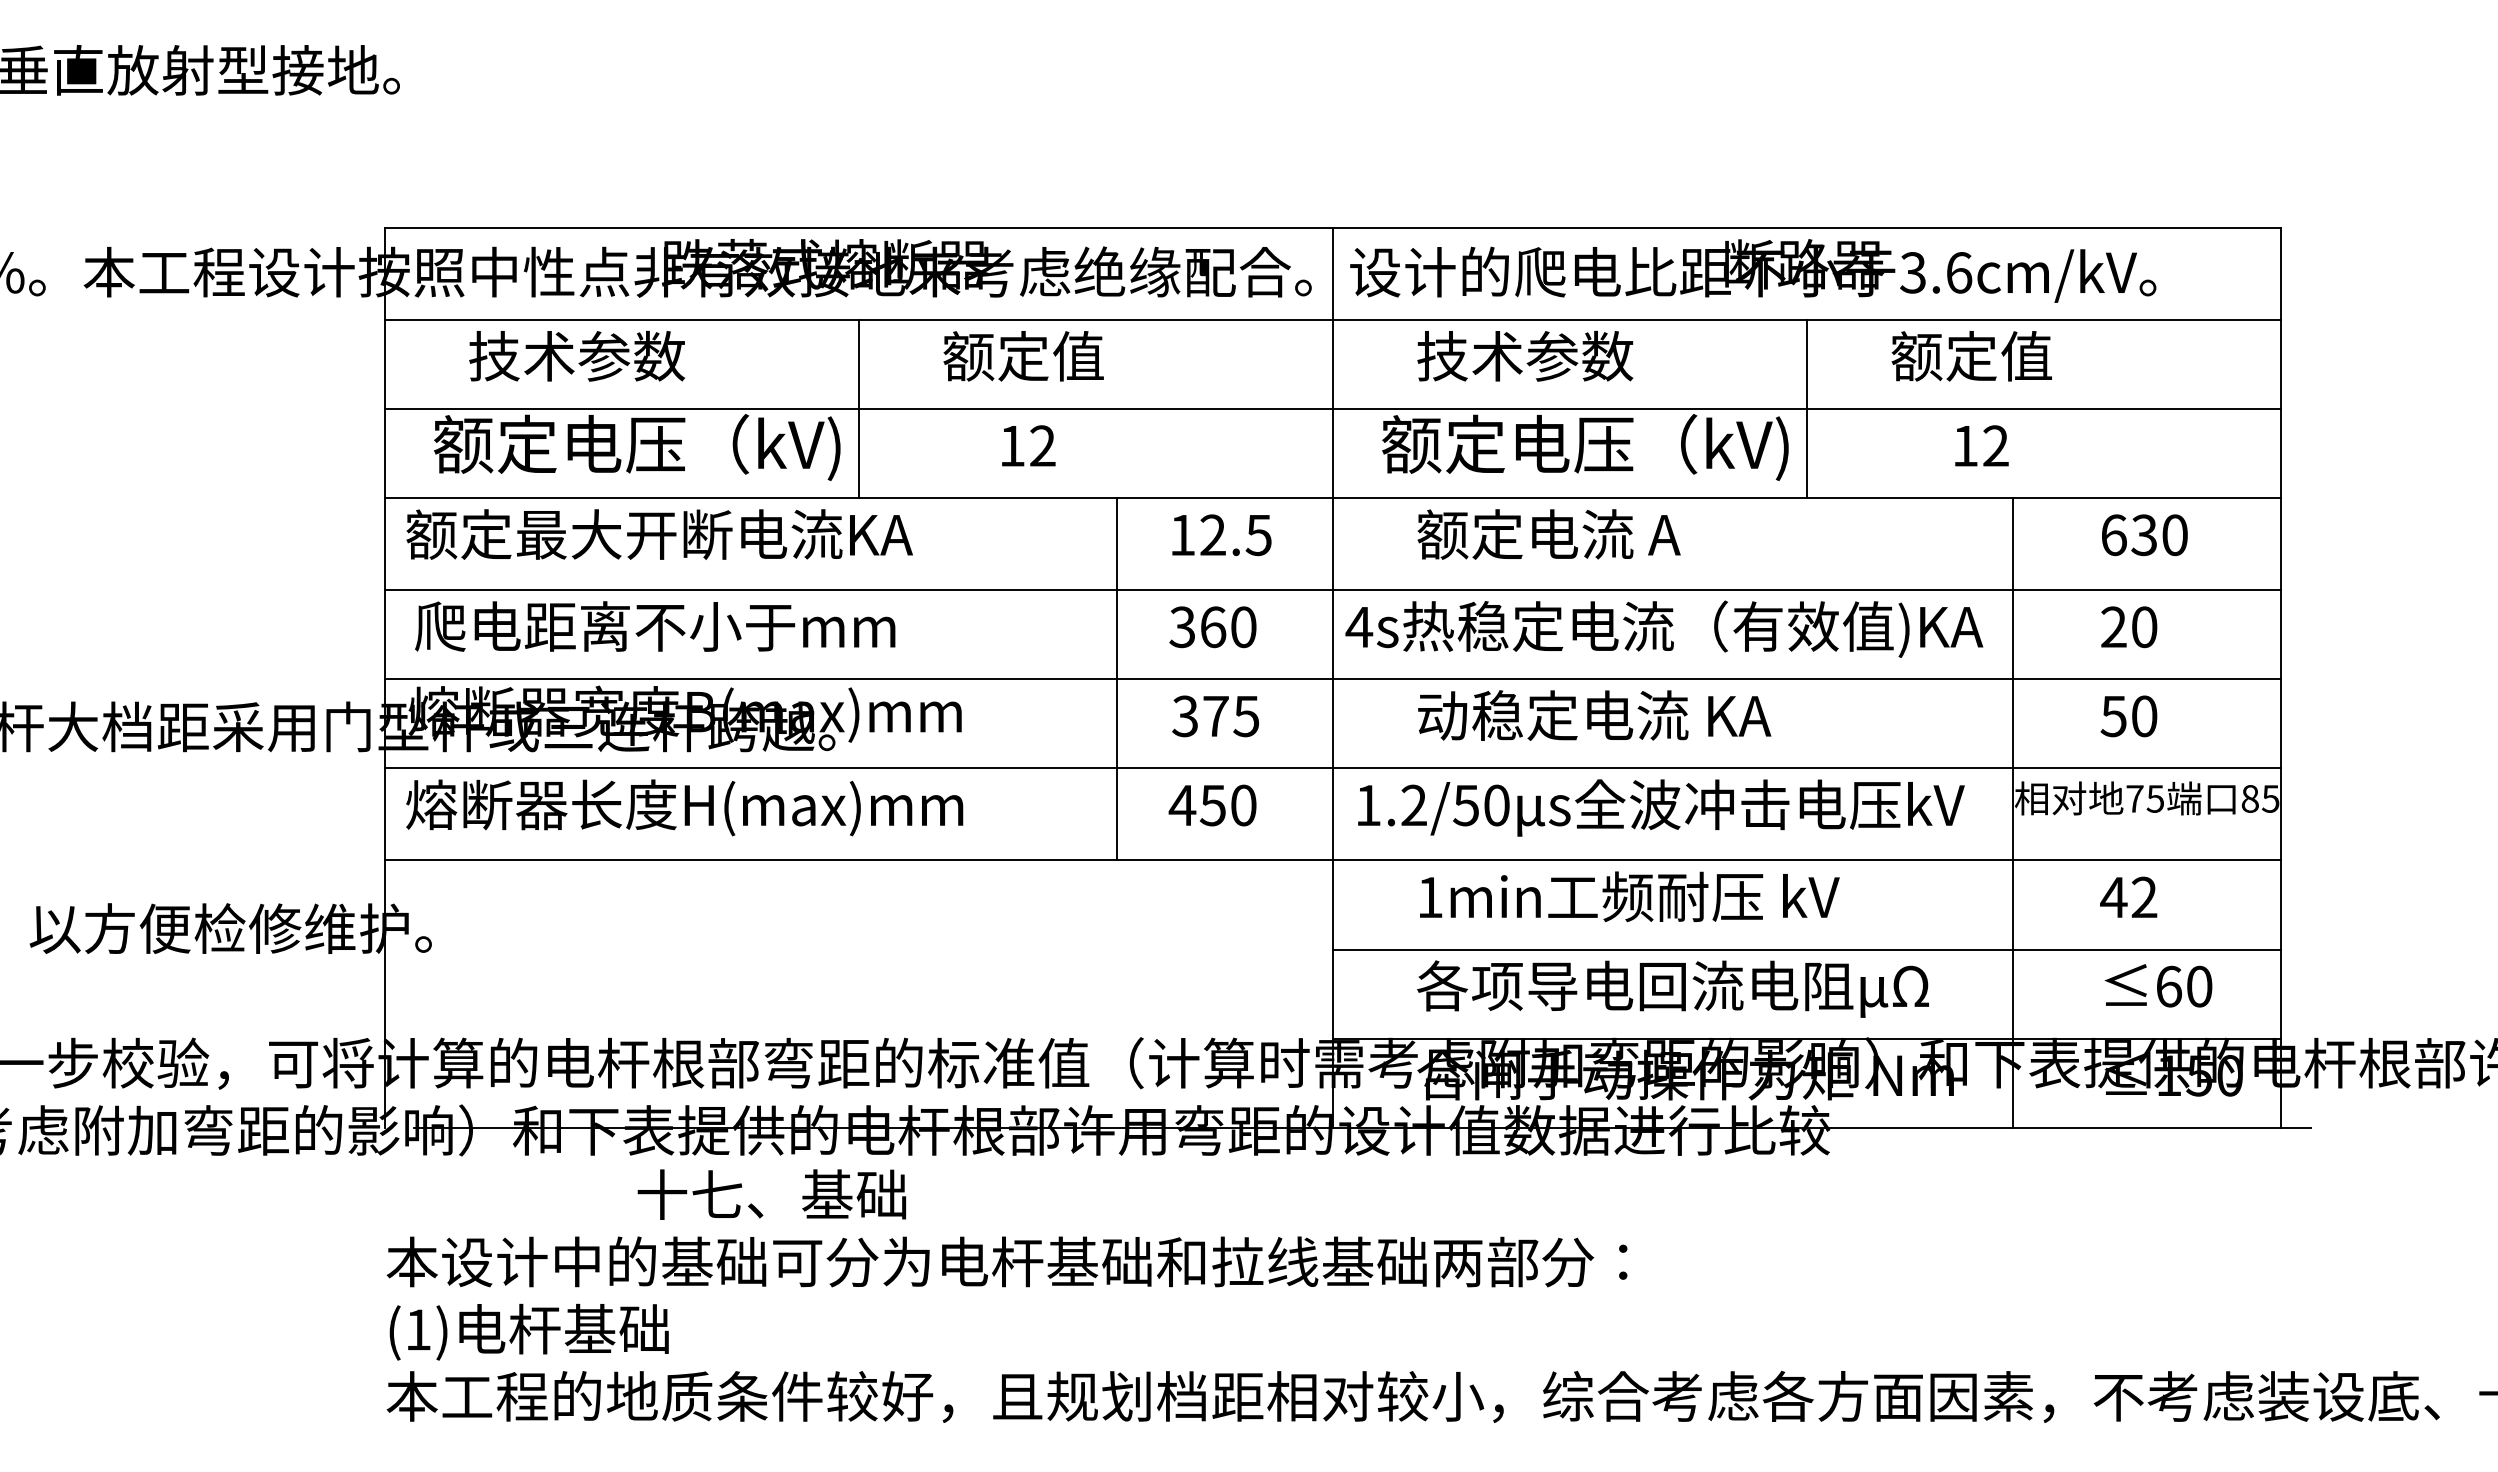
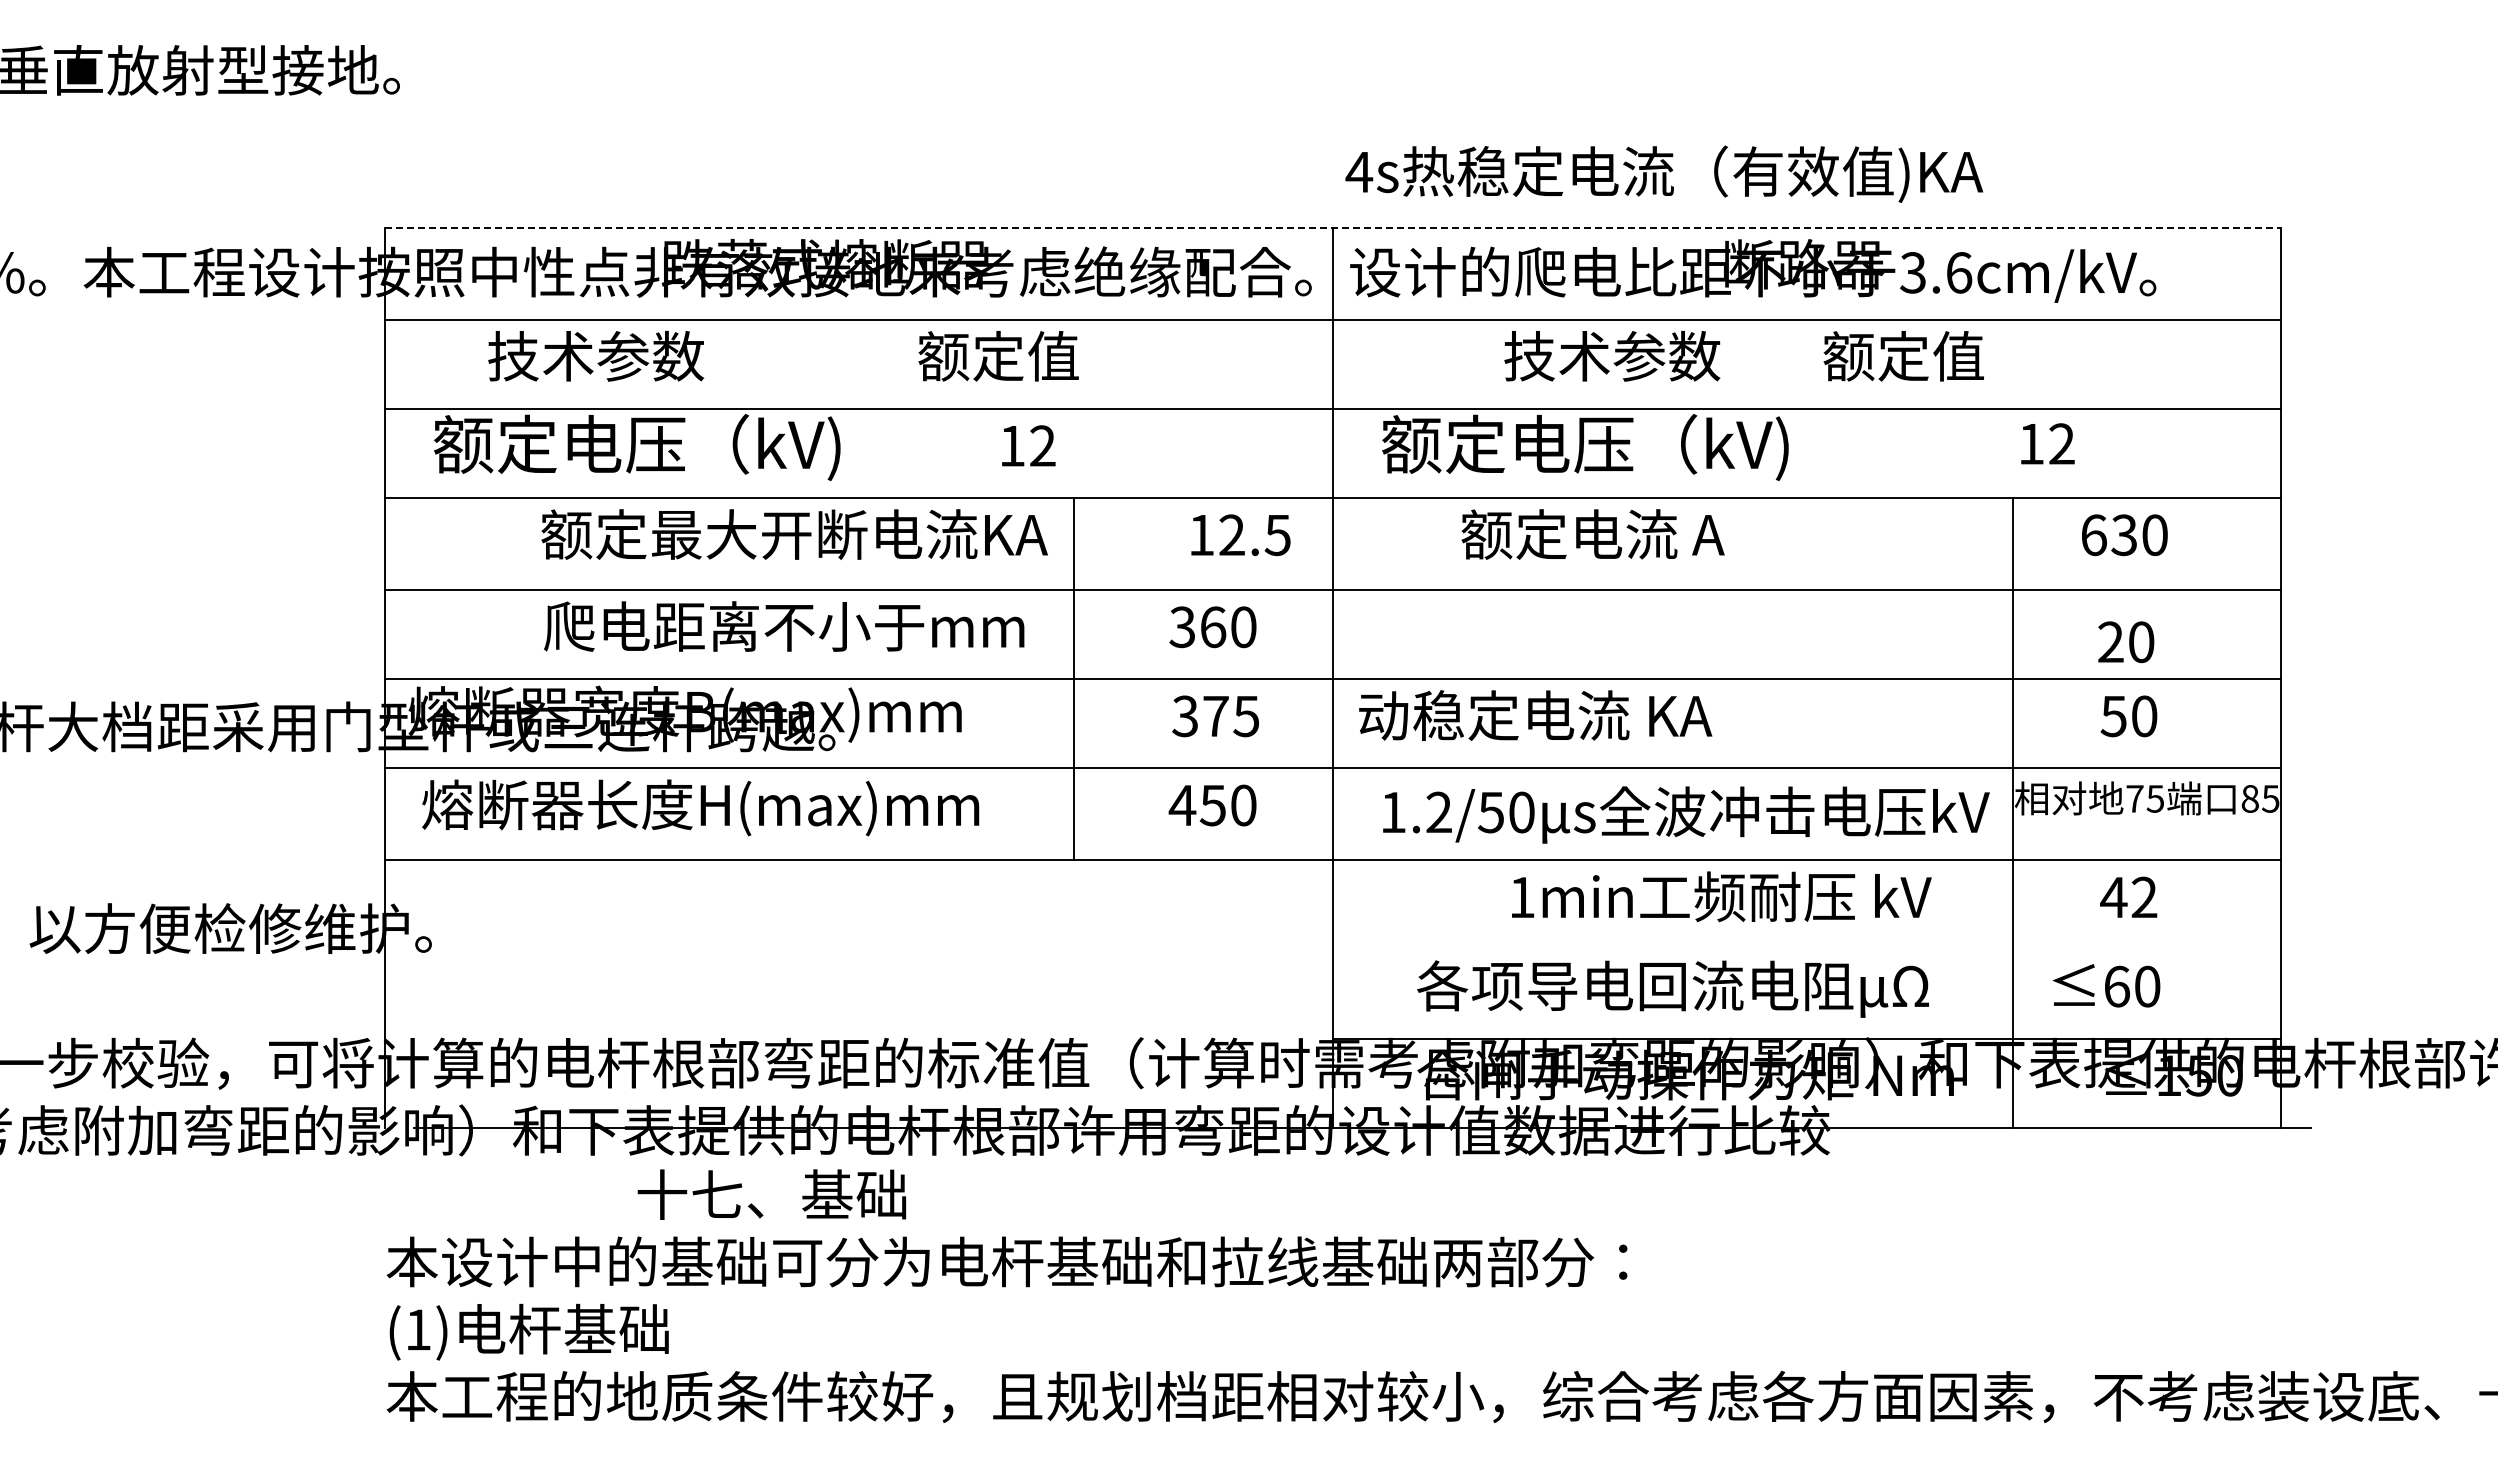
line at (1333, 227): solid -> dashed
text at (577, 356) position: (577, 356) -> (596, 356)
text at (1023, 356) position: (1023, 356) -> (998, 356)
text at (1525, 356) position: (1525, 356) -> (1612, 356)
text at (1971, 356) position: (1971, 356) -> (1903, 356)
line at (858, 408): present -> none
line at (1806, 408): present -> none
text at (1981, 445) position: (1981, 445) -> (2047, 443)
text at (659, 534) position: (659, 534) -> (794, 534)
text at (1548, 534) position: (1548, 534) -> (1592, 534)
text at (1221, 535) position: (1221, 535) -> (1240, 535)
text at (2144, 535) position: (2144, 535) -> (2124, 535)
text at (655, 626) position: (655, 626) -> (784, 626)
text at (2129, 627) position: (2129, 627) -> (2126, 642)
text at (1664, 628) position: (1664, 628) -> (1664, 173)
line at (1116, 679) position: (1116, 679) -> (1073, 679)
text at (1594, 715) position: (1594, 715) -> (1535, 715)
text at (684, 807) position: (684, 807) -> (700, 807)
text at (1661, 807) position: (1661, 807) -> (1686, 814)
text at (1629, 896) position: (1629, 896) -> (1721, 896)
line at (1806, 949): present -> none
text at (2158, 985) position: (2158, 985) -> (2106, 985)
